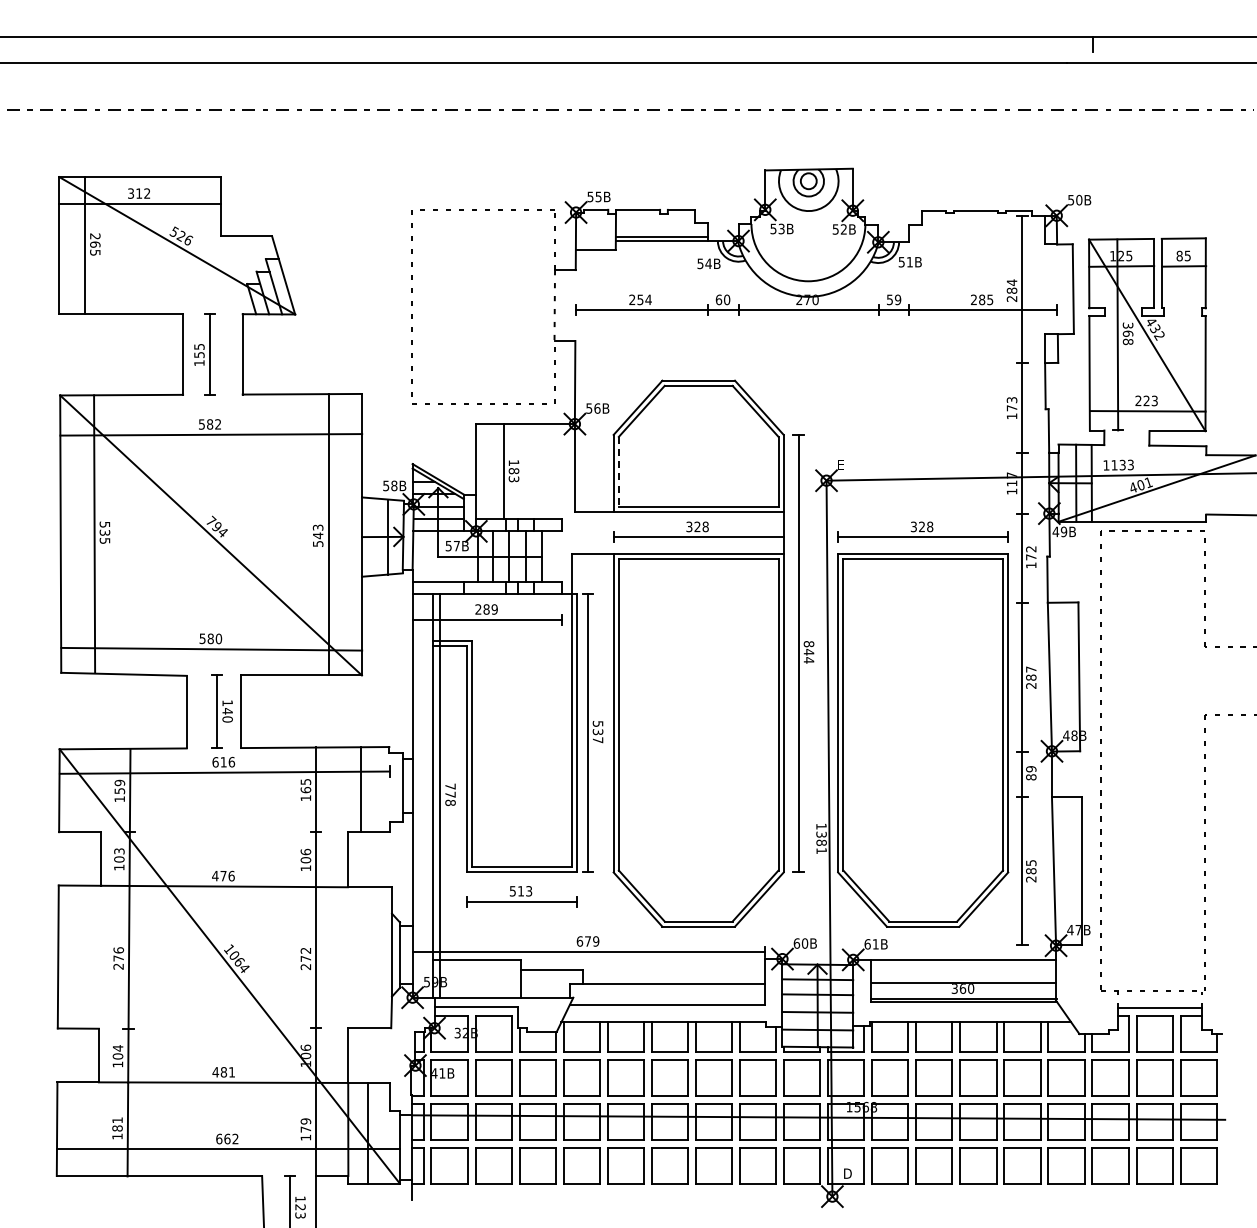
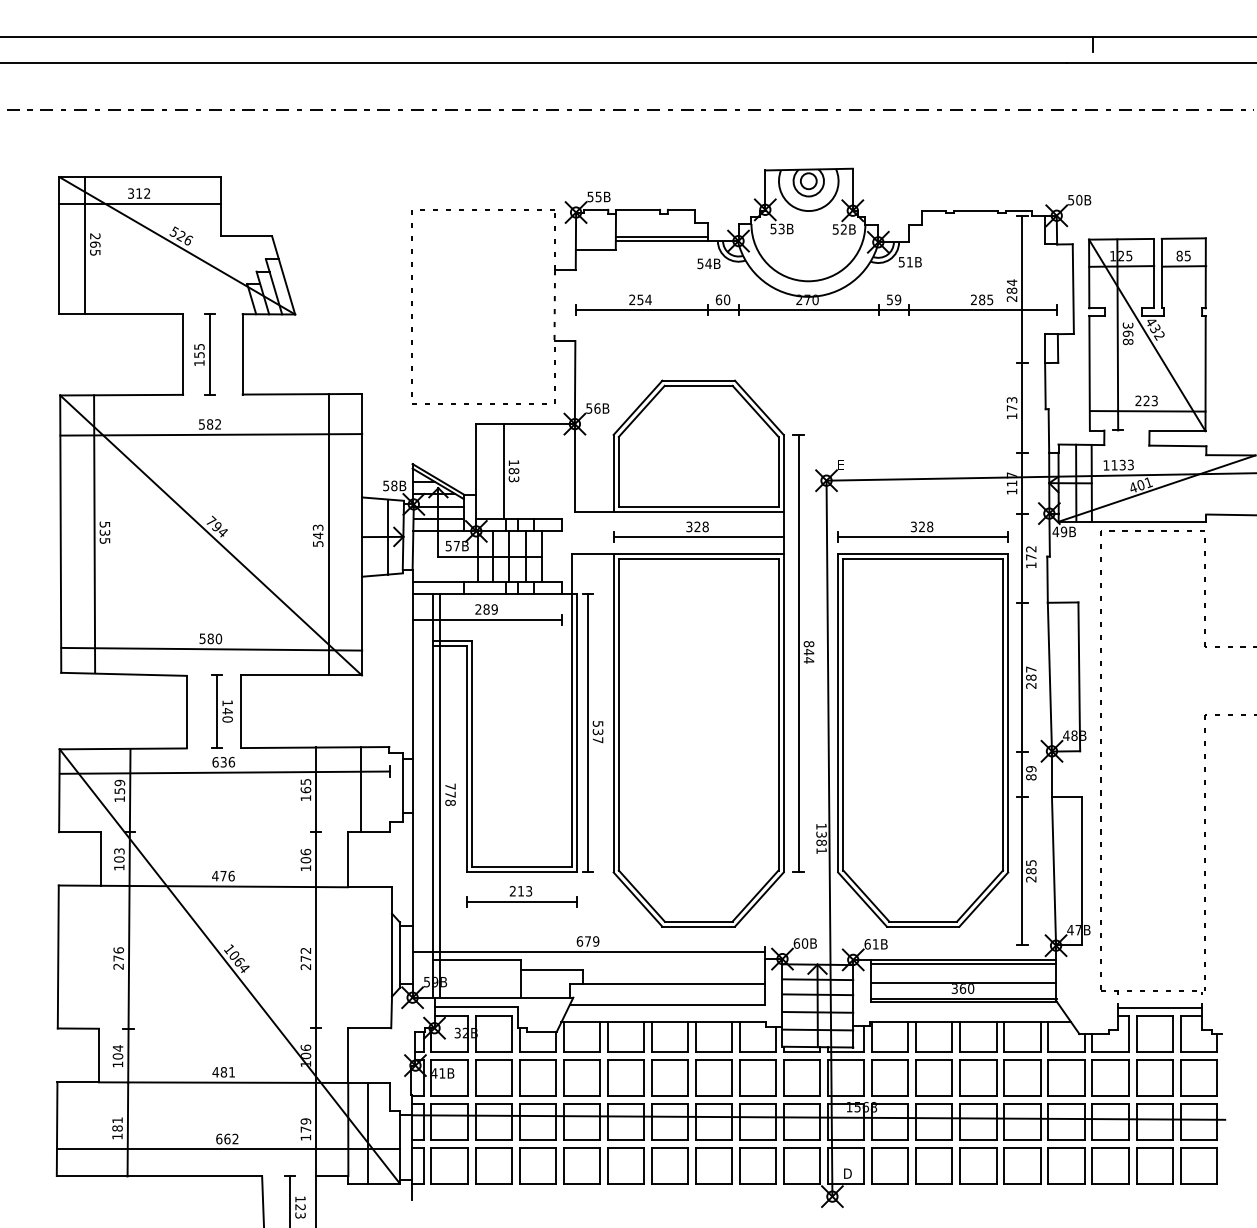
line at (618, 472): dashed -> solid
text at (223, 762): 616 -> 636
text at (512, 891): 513 -> 213
line at (963, 963): none -> present
